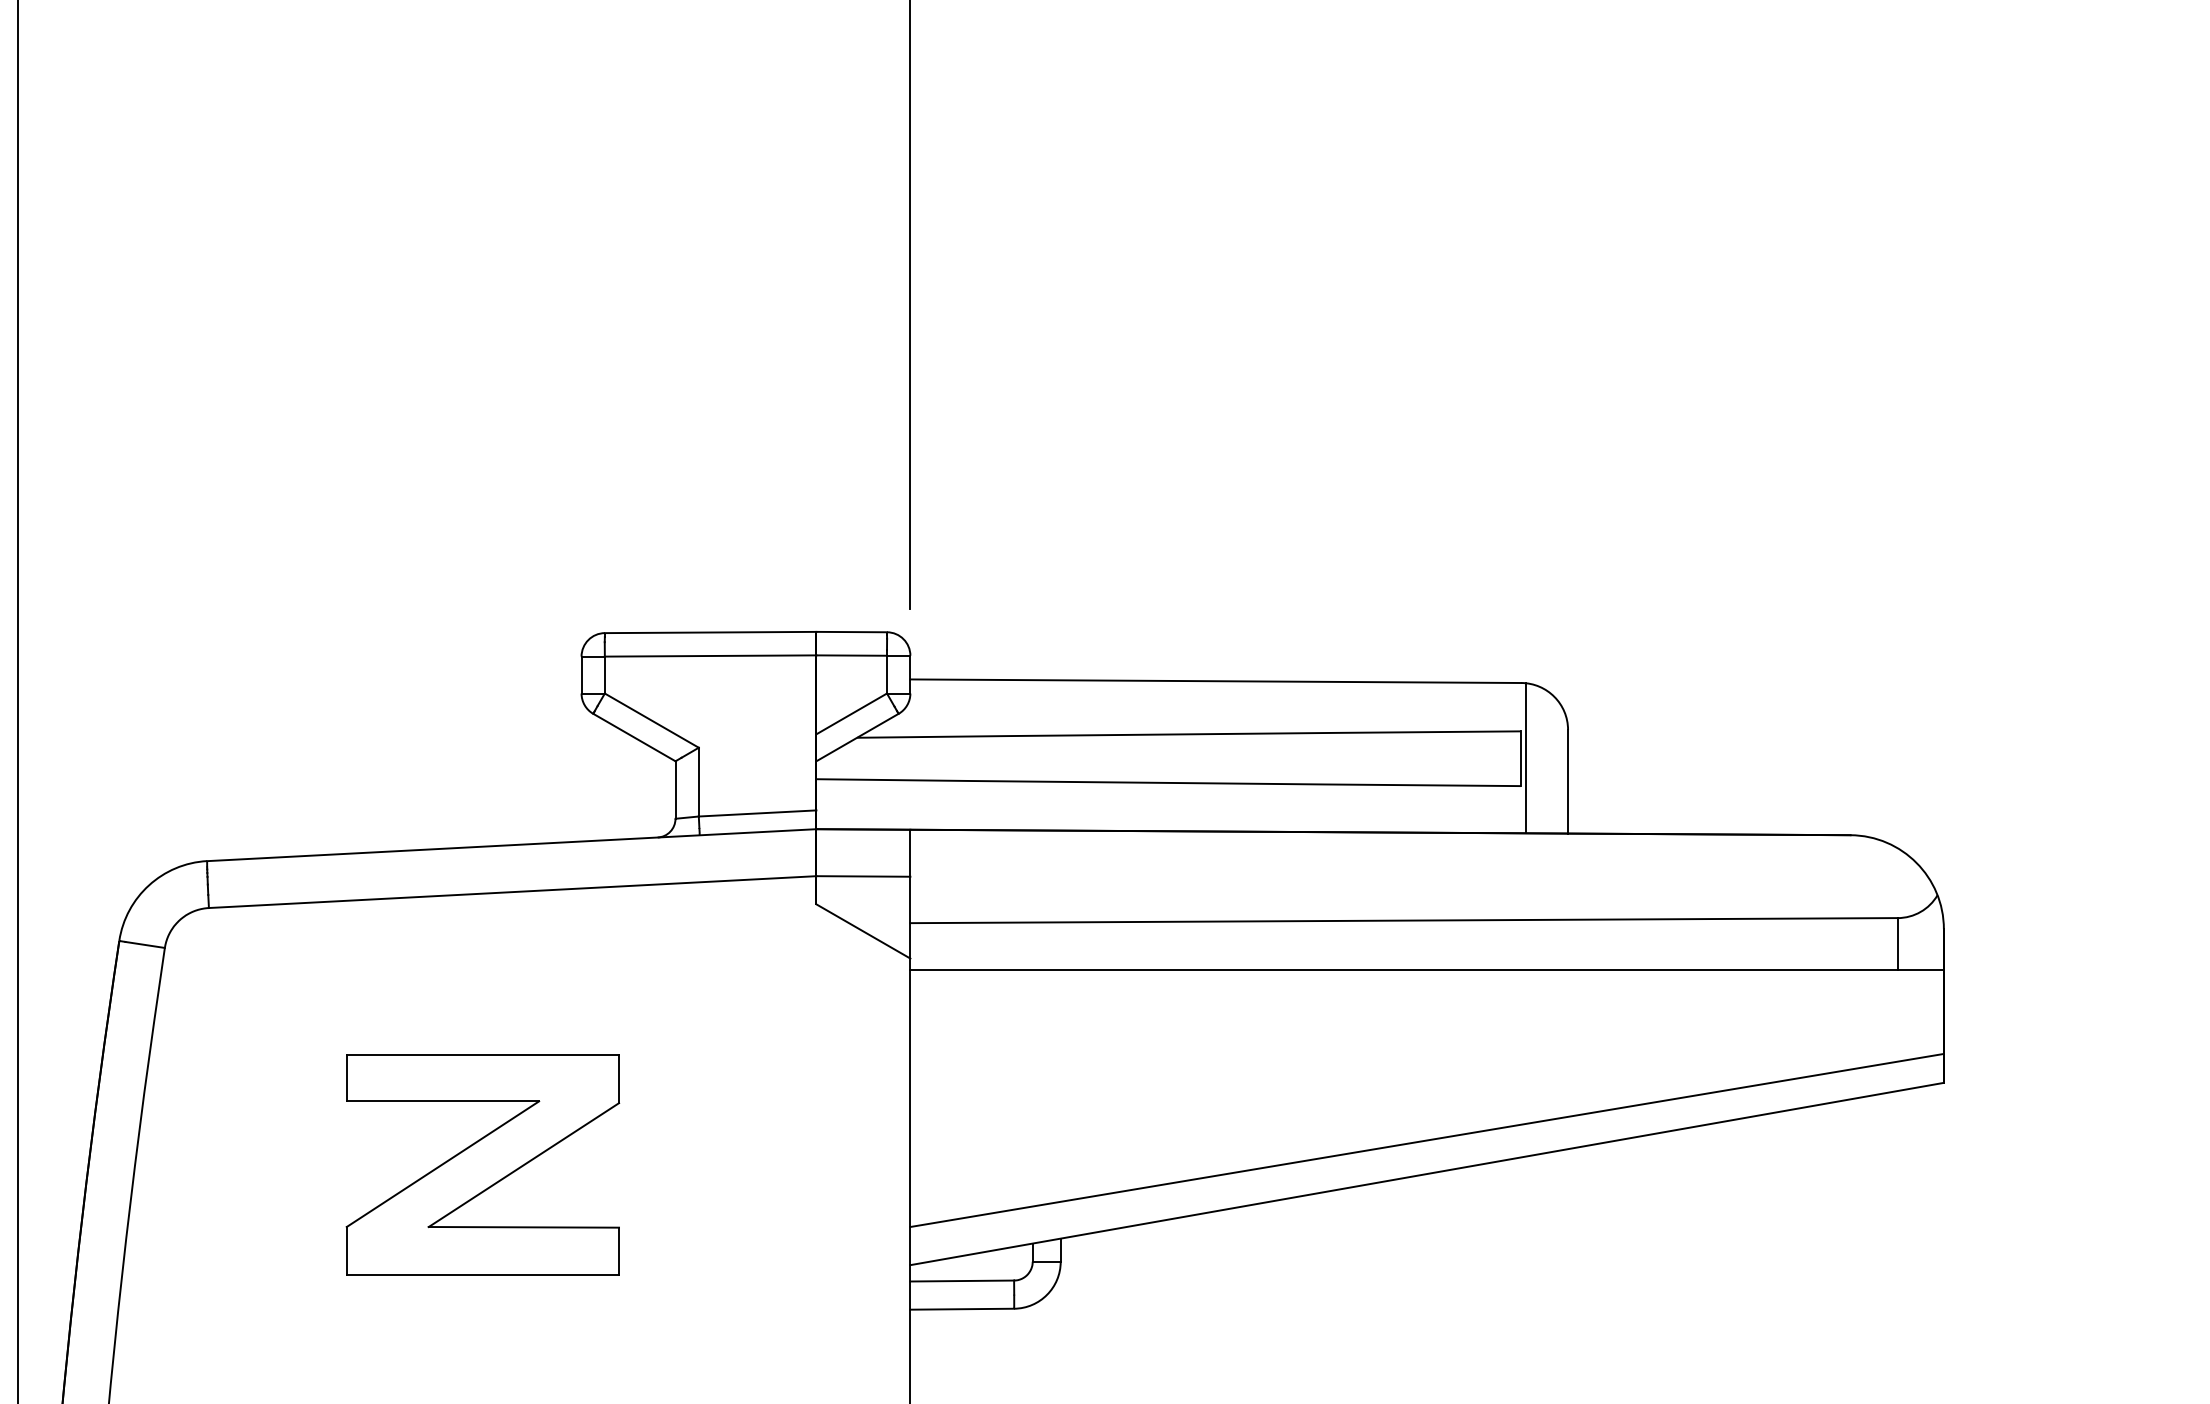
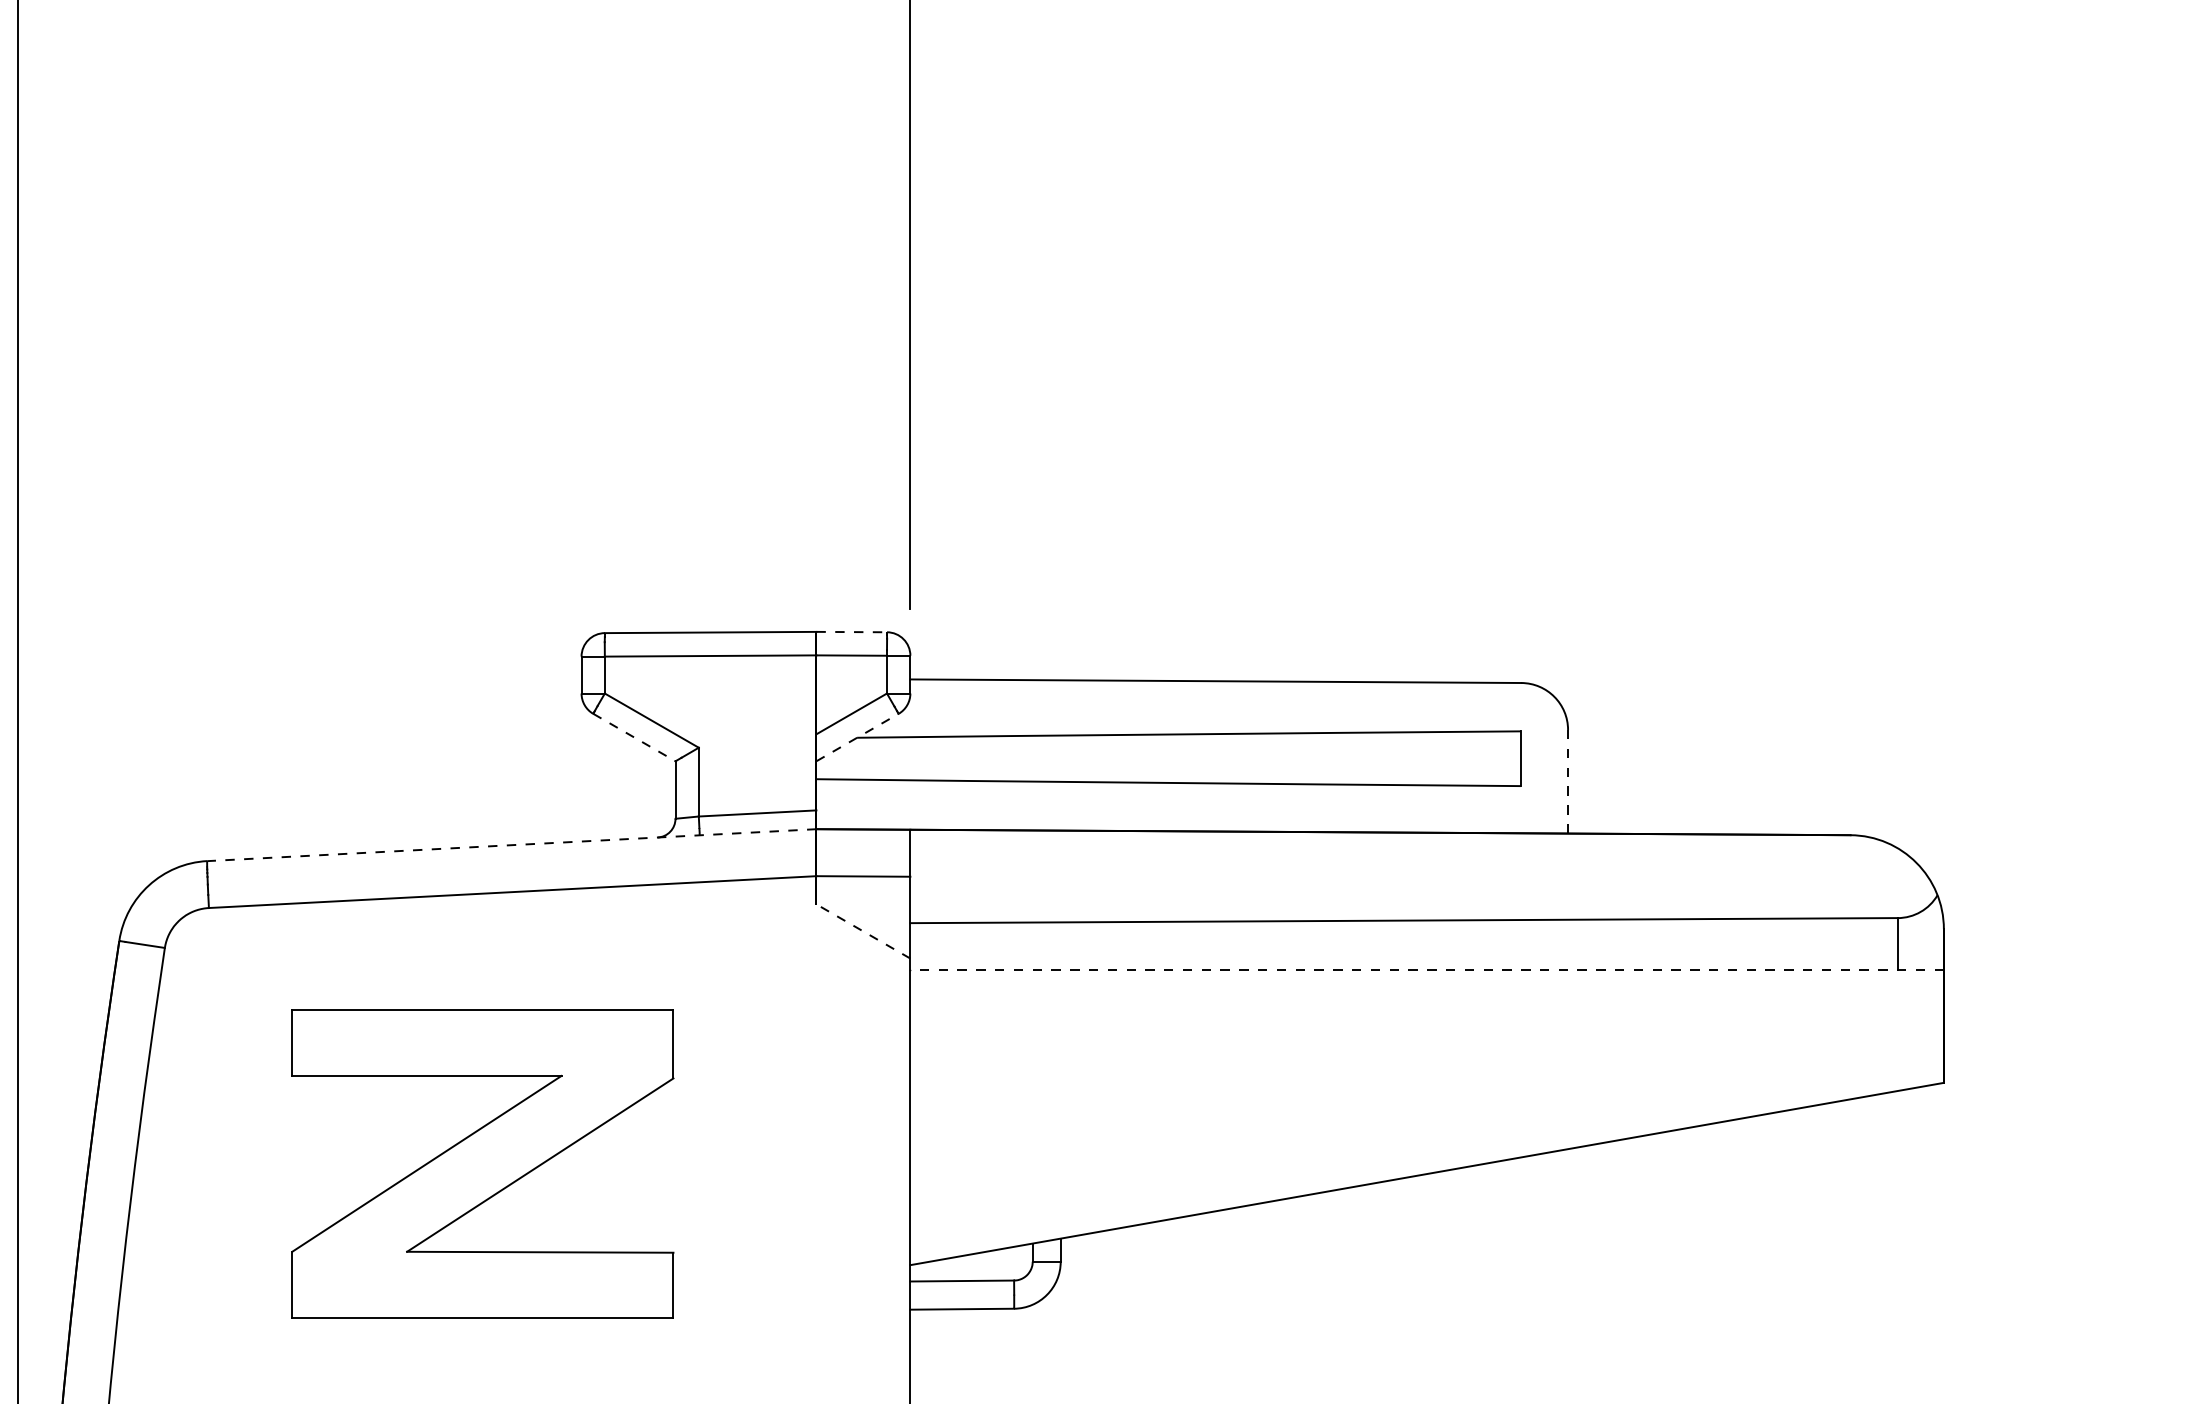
line at (852, 632): solid -> dashed
line at (634, 737): solid -> dashed
line at (857, 737): solid -> dashed
line at (1525, 758): present -> none
line at (1568, 781): solid -> dashed
line at (511, 845): solid -> dashed
line at (862, 931): solid -> dashed
line at (1427, 970): solid -> dashed
line at (1426, 1140): present -> none
part at (482, 1164) size: 276x222 px -> 384x310 px
